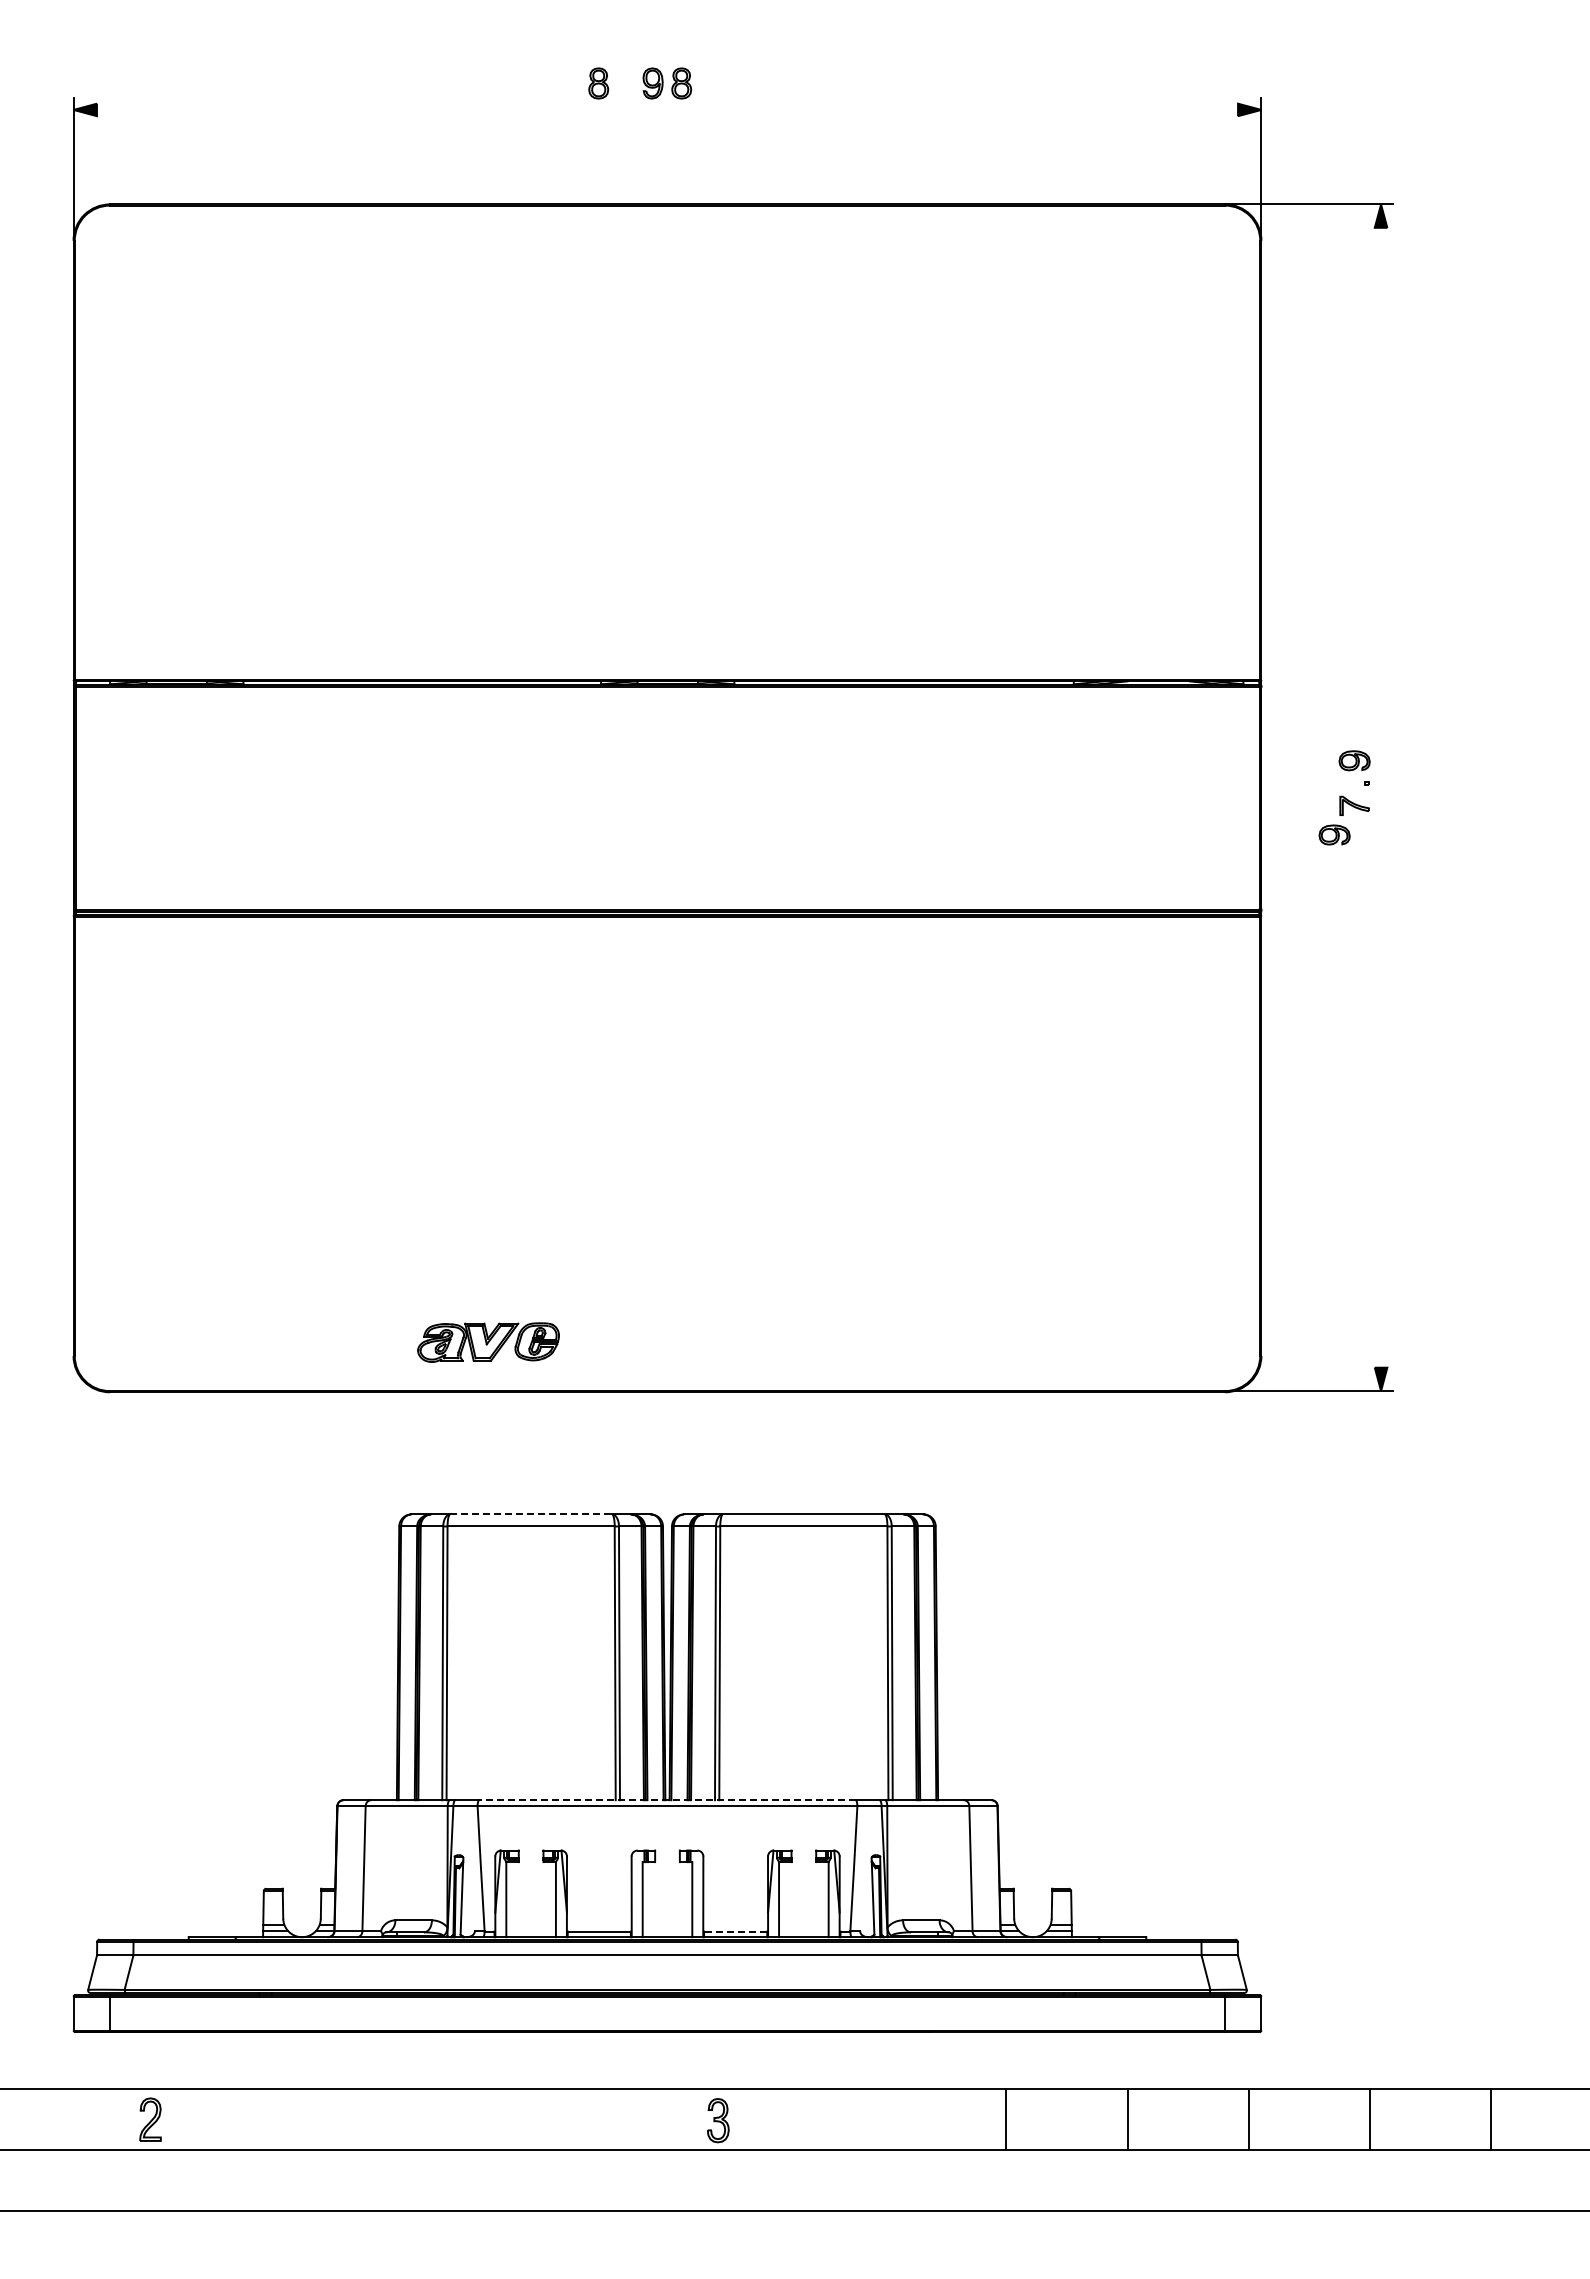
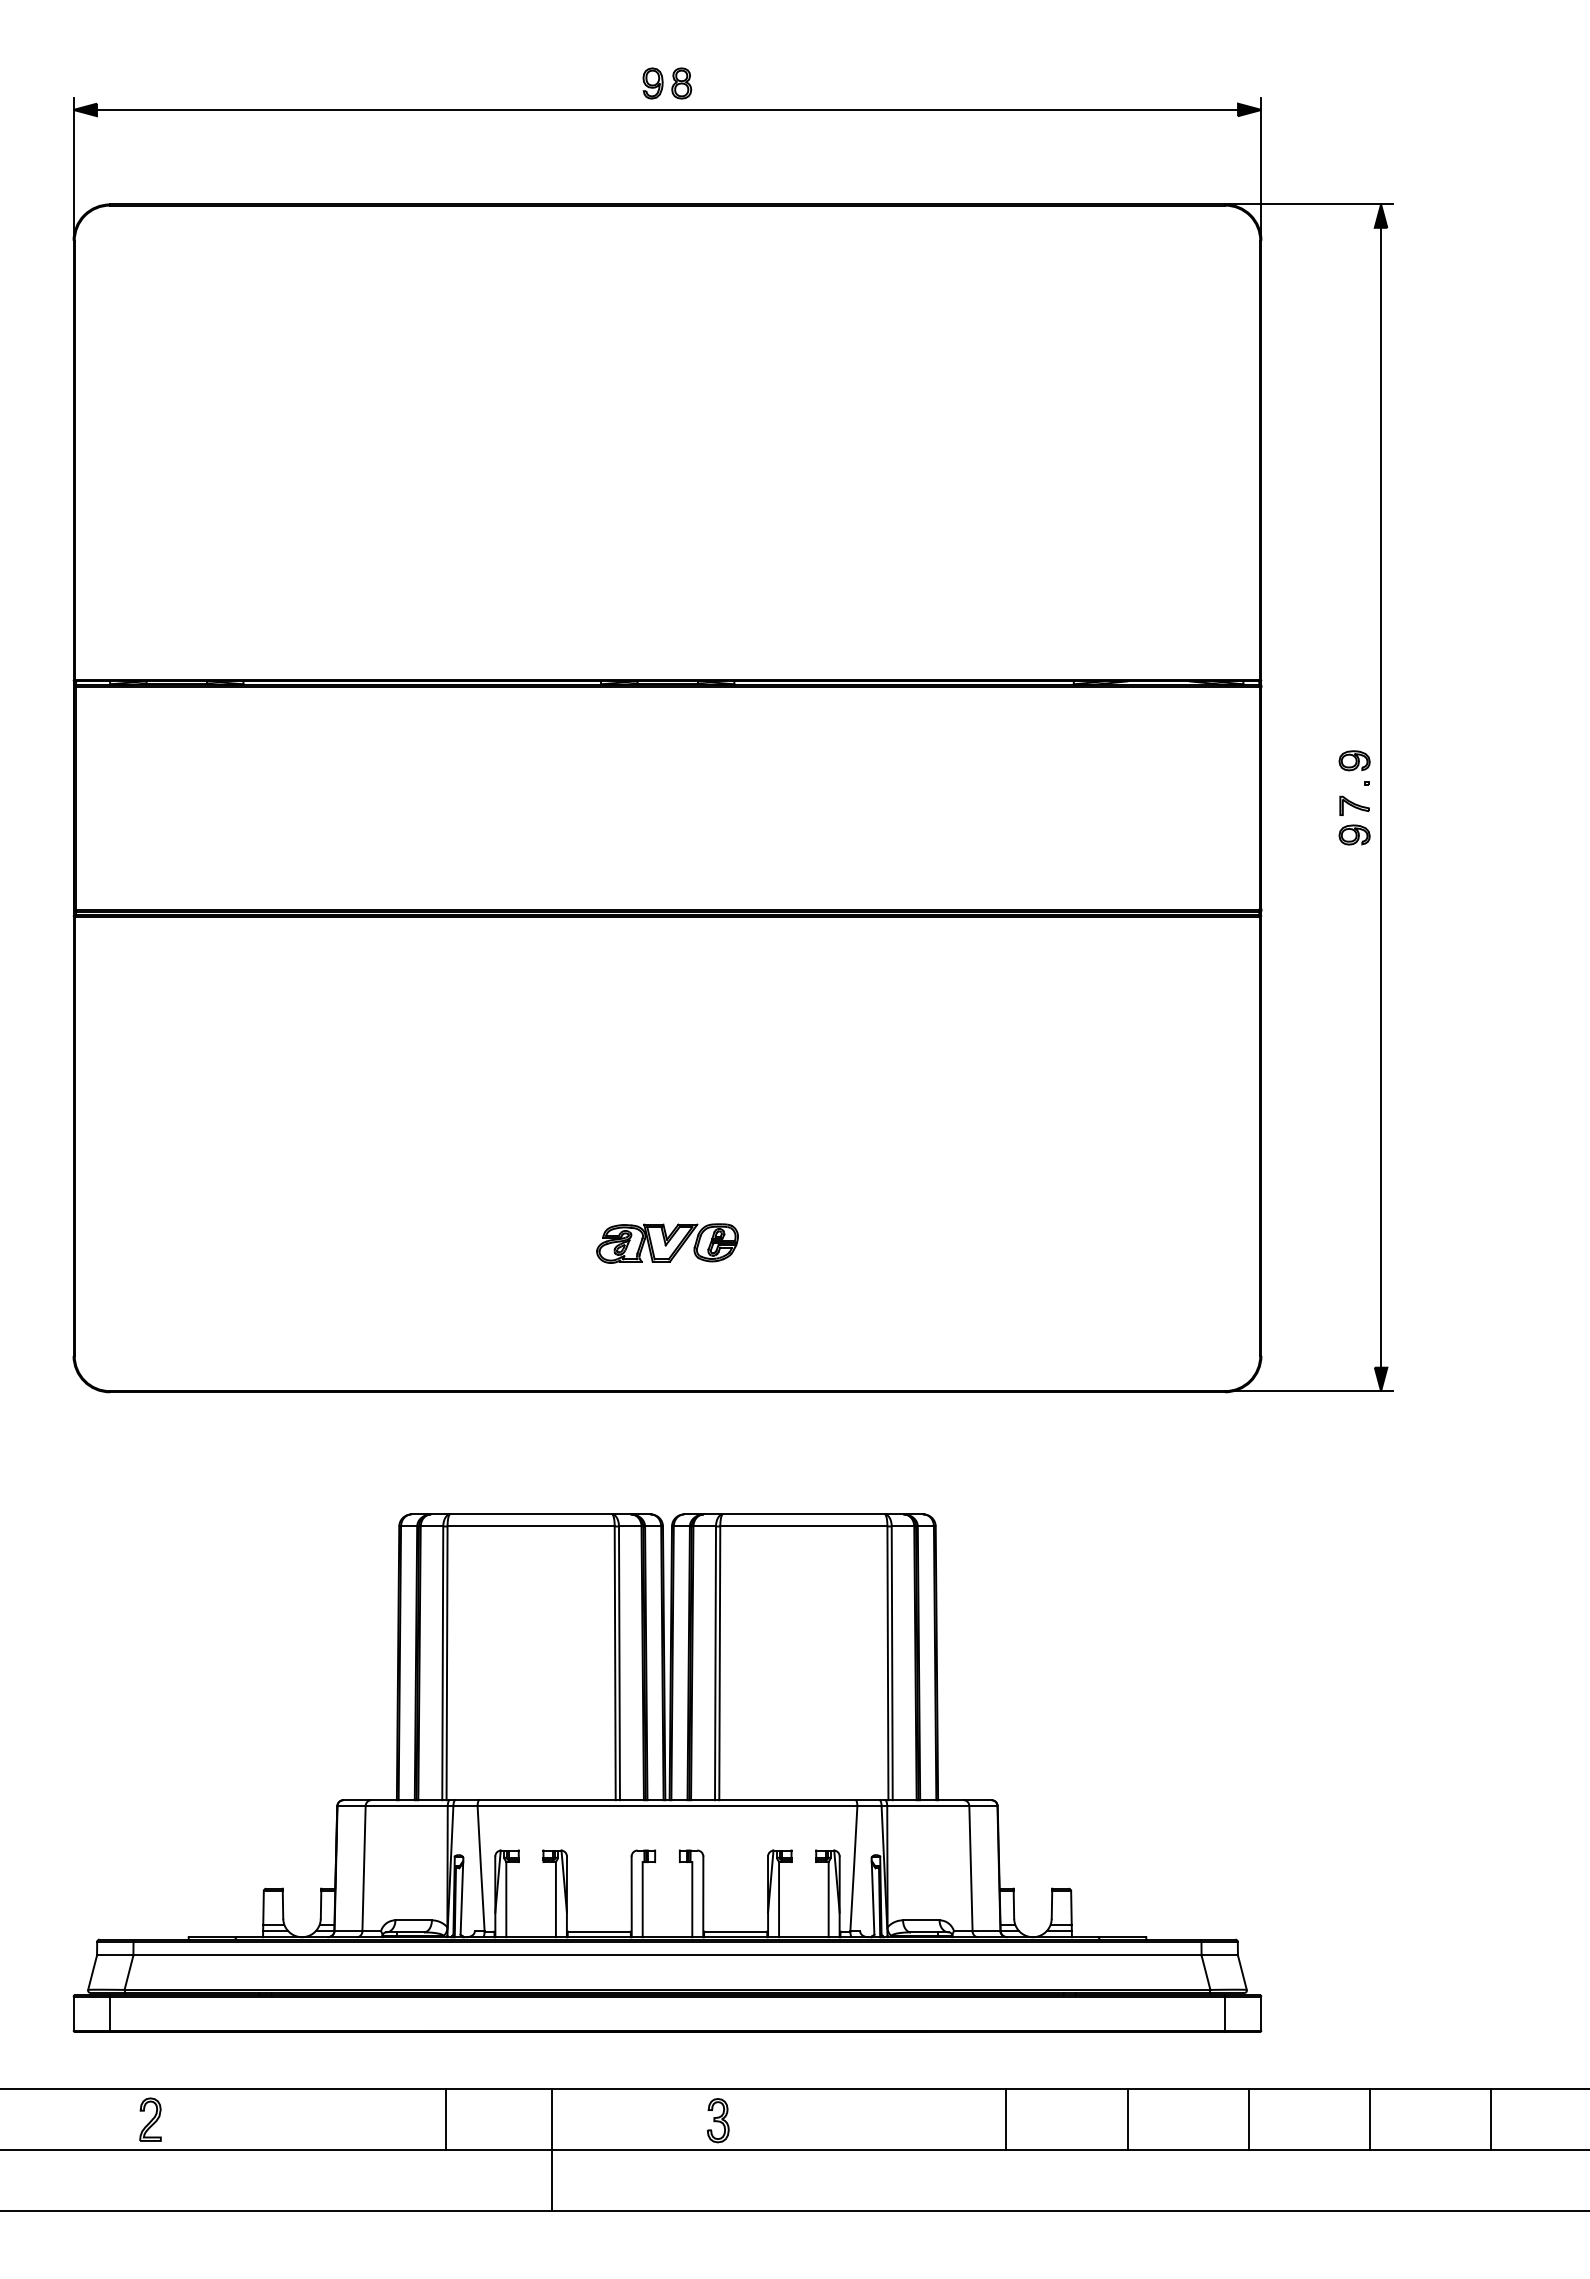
part at (598, 83): present -> none
line at (667, 109): none -> present
line at (1381, 797): none -> present
part at (1334, 834) position: (1334, 834) -> (1354, 834)
part at (488, 1342) position: (488, 1342) -> (667, 1243)
line at (531, 1514): dashed -> solid
line at (667, 1800): dashed -> solid
line at (735, 1931): dashed -> solid
line at (445, 2119): none -> present
line at (551, 2149): none -> present
